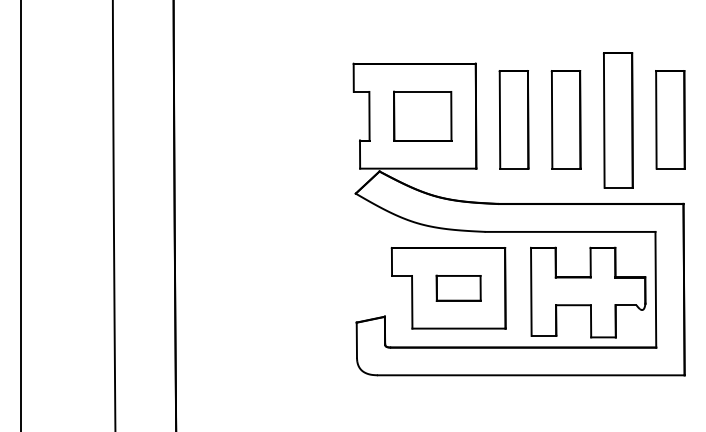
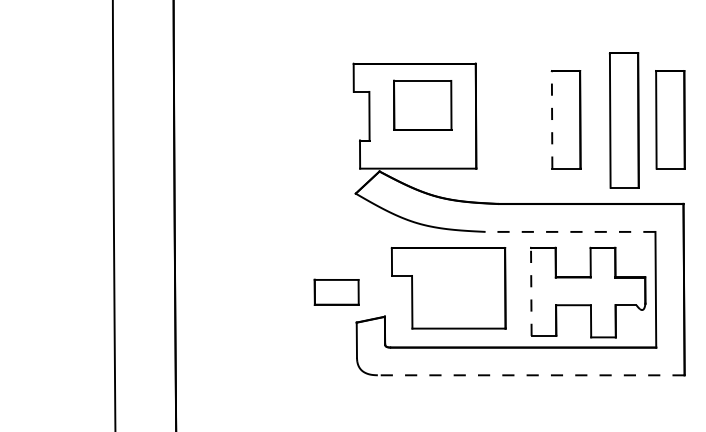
part at (422, 115) position: (422, 115) -> (422, 104)
part at (513, 119): present -> none
line at (552, 119): solid -> dashed
part at (618, 120) position: (618, 120) -> (624, 120)
line at (21, 215): present -> none
line at (570, 231): solid -> dashed
part at (458, 287) position: (458, 287) -> (336, 291)
line at (531, 292): solid -> dashed
line at (530, 375): solid -> dashed
